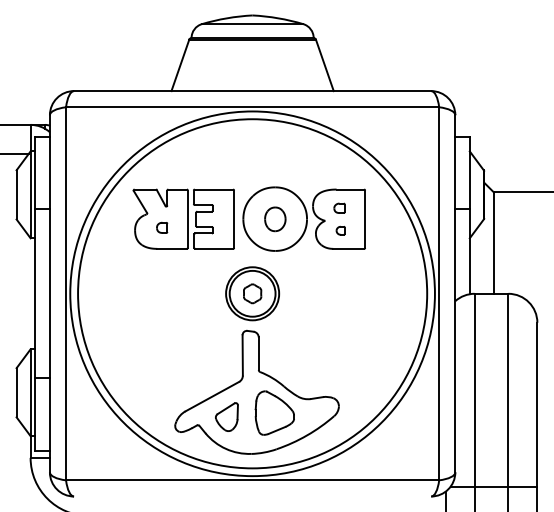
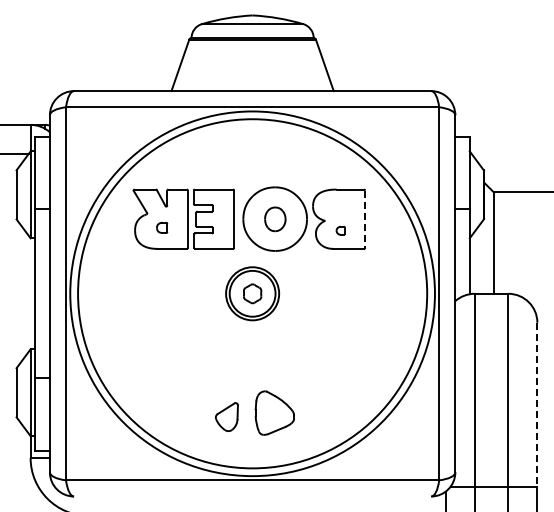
part at (339, 207): present -> none
line at (365, 219): solid -> dashed
part at (256, 391): present -> none
line at (537, 405): solid -> dashed
